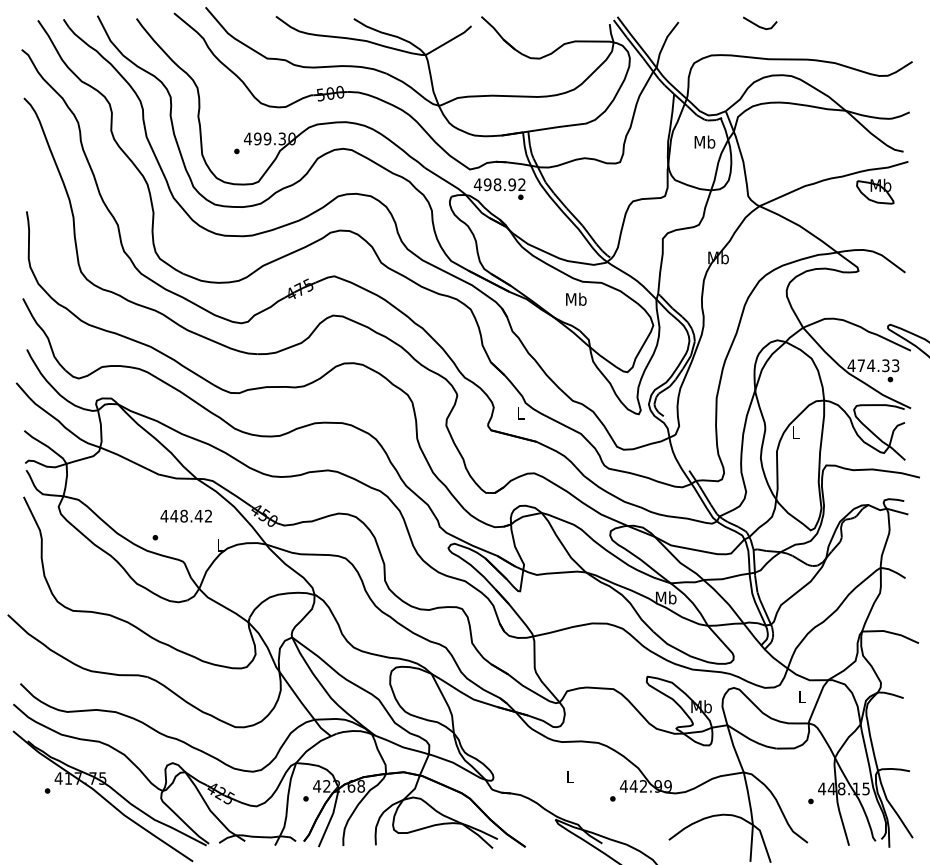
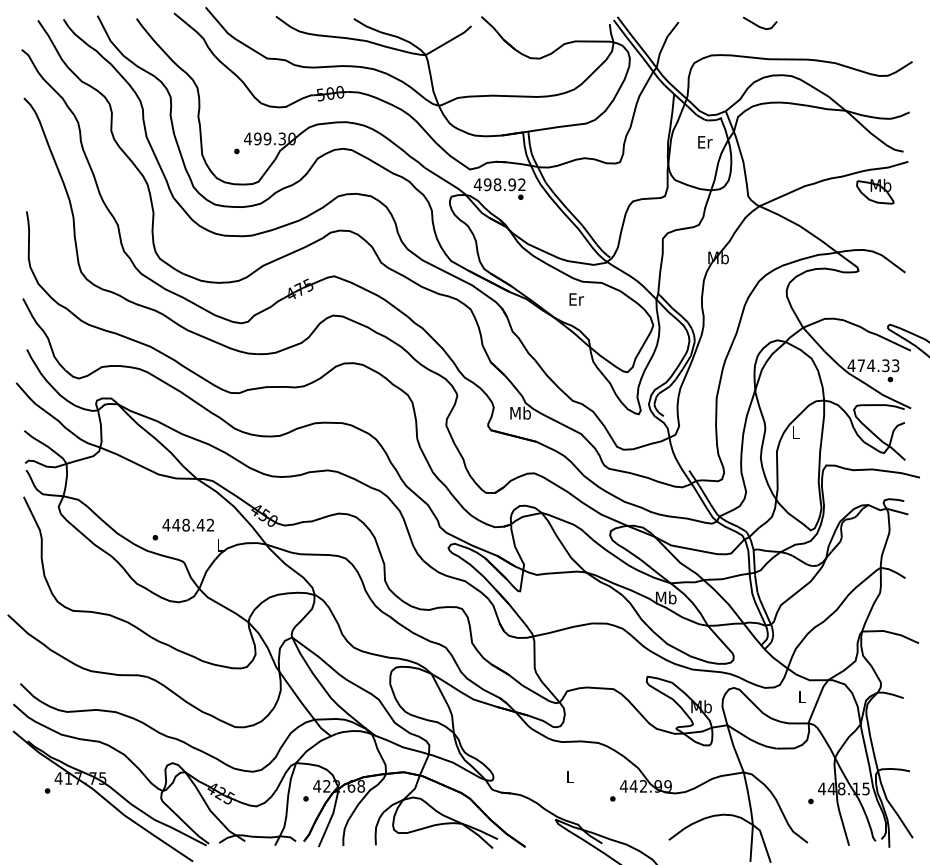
text at (704, 141): Mb -> Er
text at (576, 298): Mb -> Er
text at (520, 412): L -> Mb
text at (185, 515) position: (185, 515) -> (187, 524)
